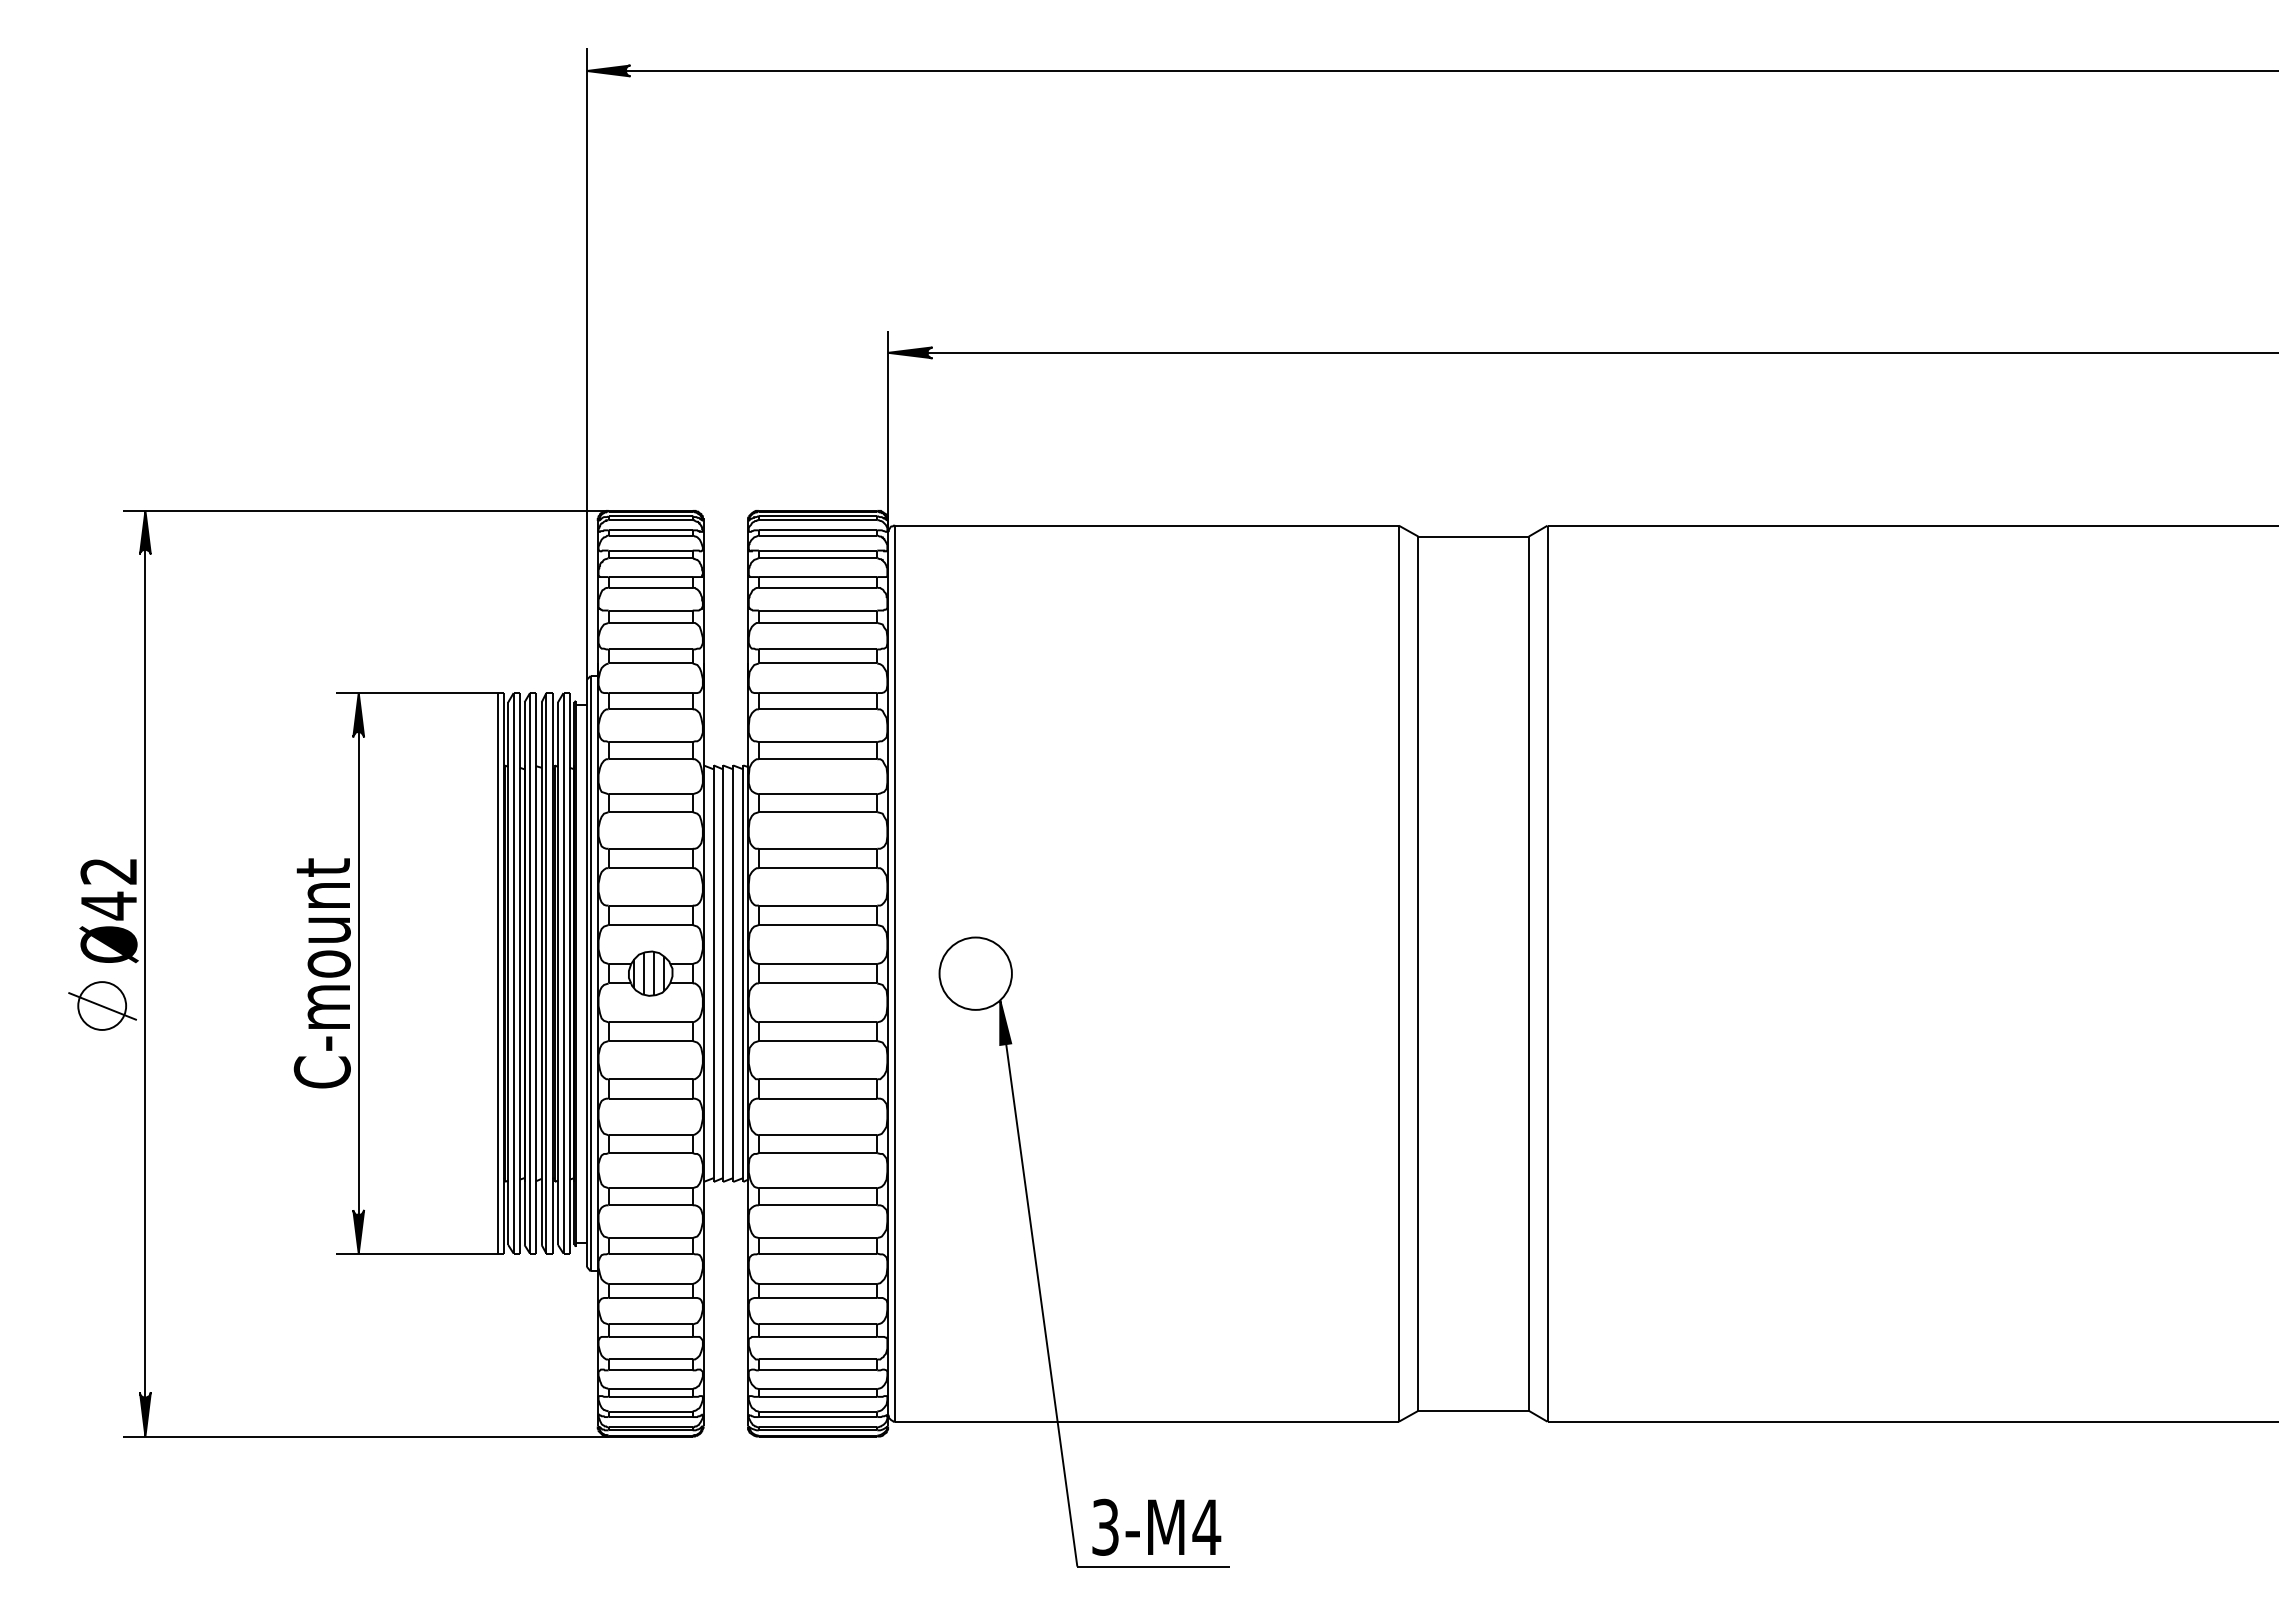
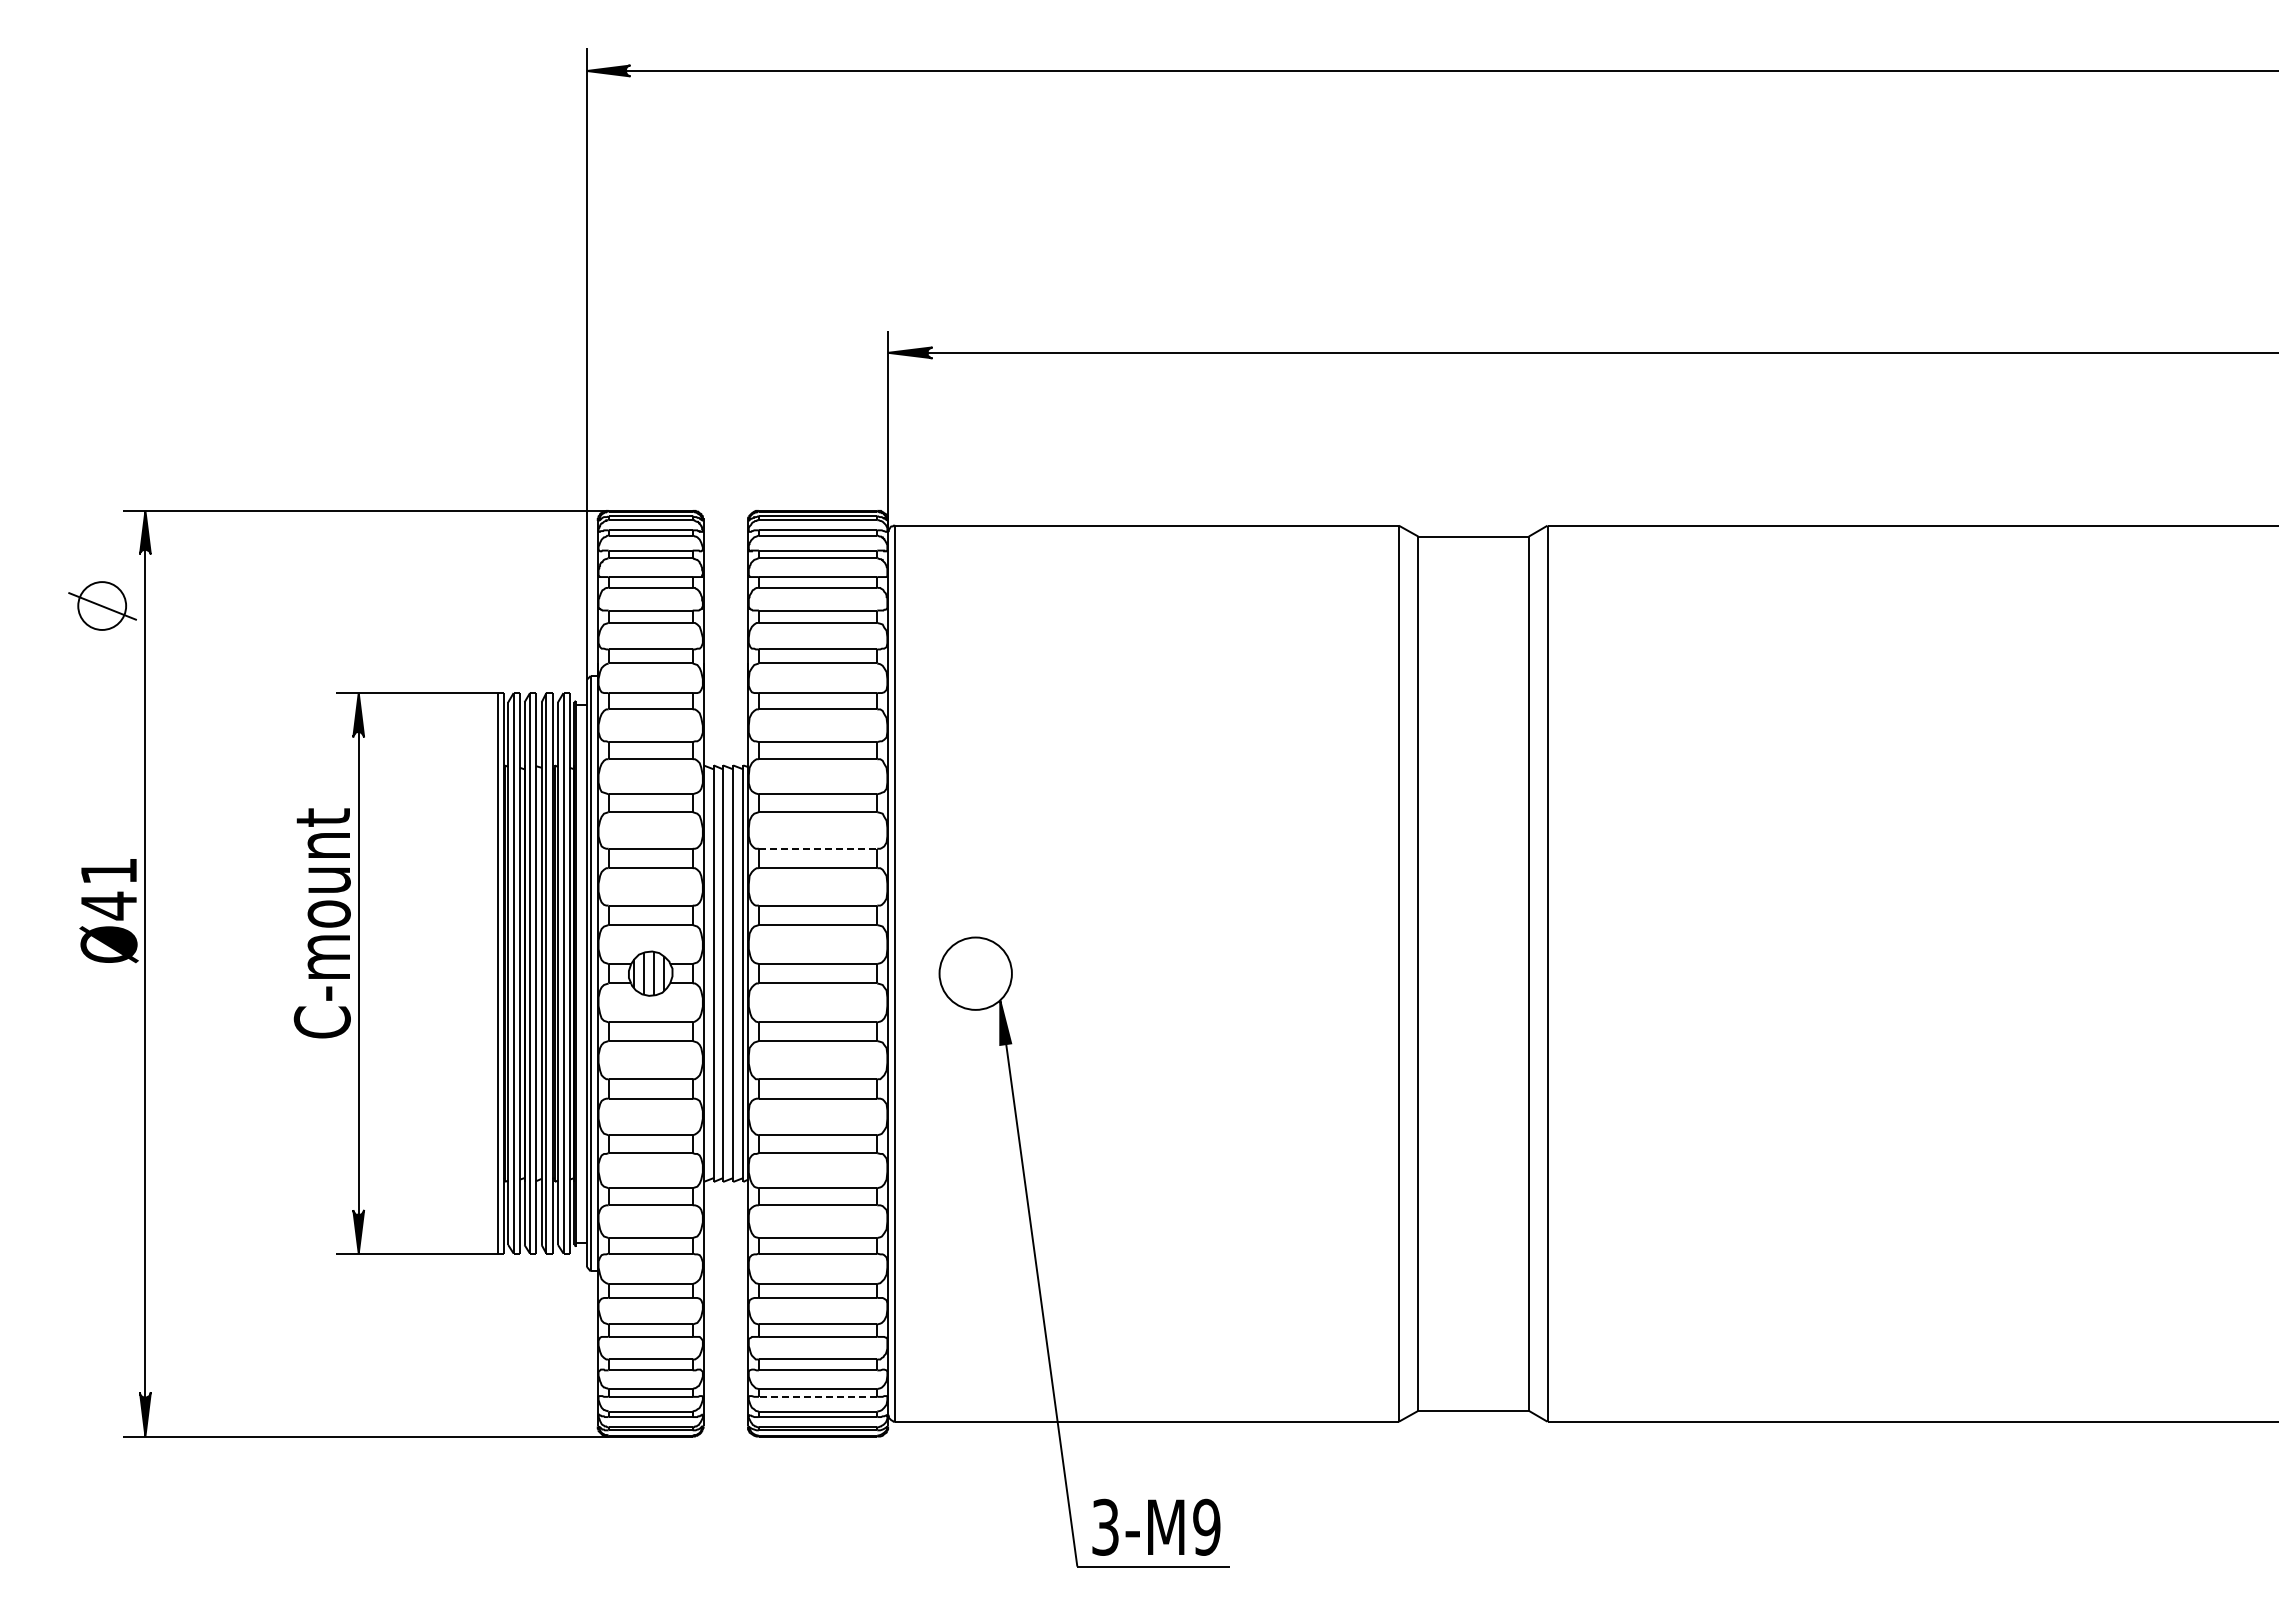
line at (818, 848): solid -> dashed
text at (108, 871): Ø42 -> Ø41
text at (321, 973) position: (321, 973) -> (321, 923)
part at (102, 1005) position: (102, 1005) -> (102, 605)
line at (817, 1396): solid -> dashed
text at (1206, 1526): 3-M4 -> 3-M9
